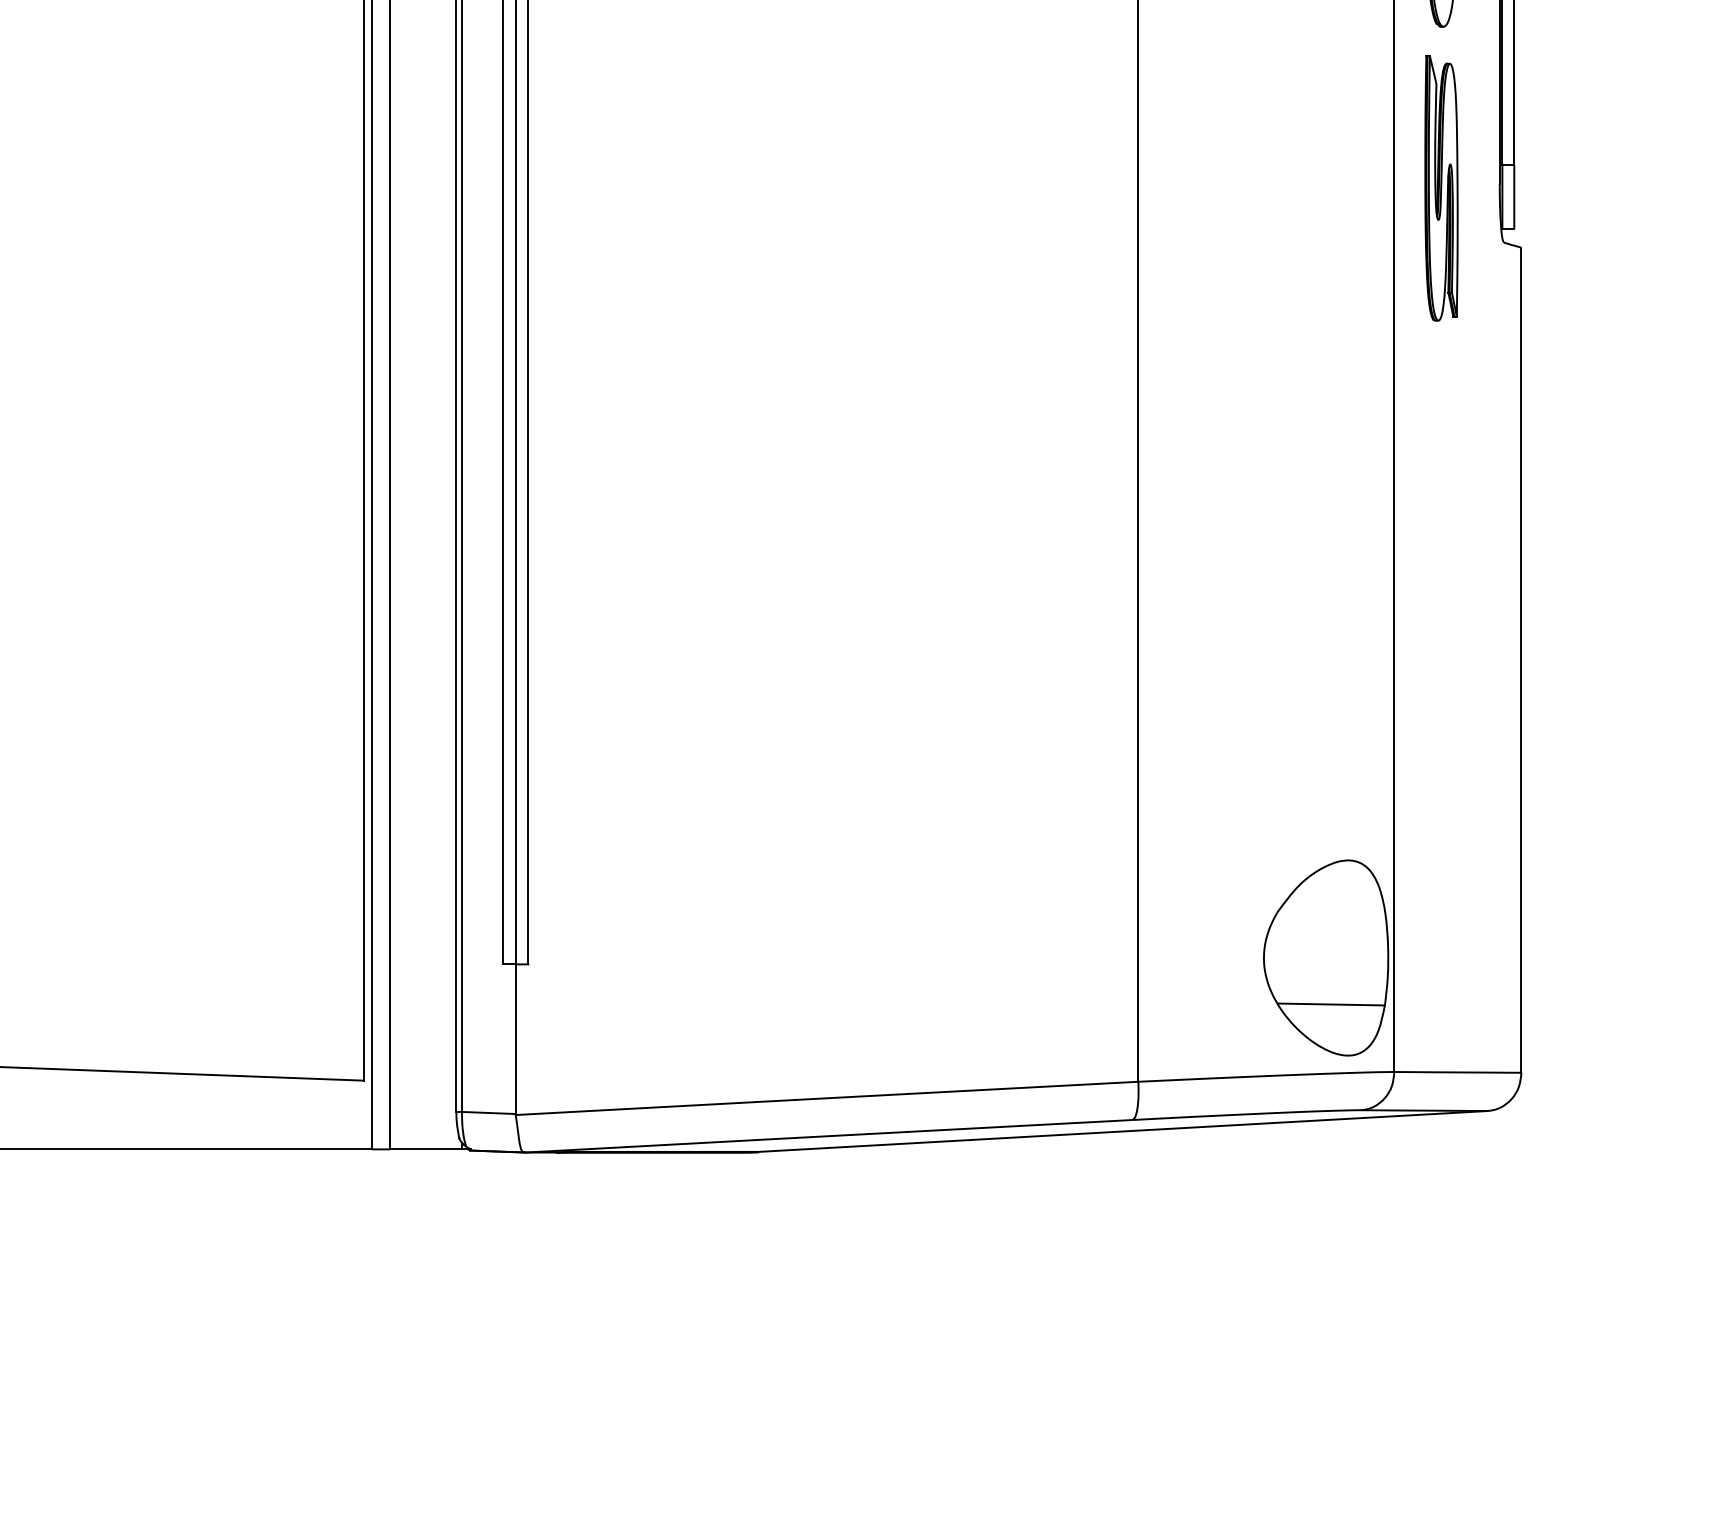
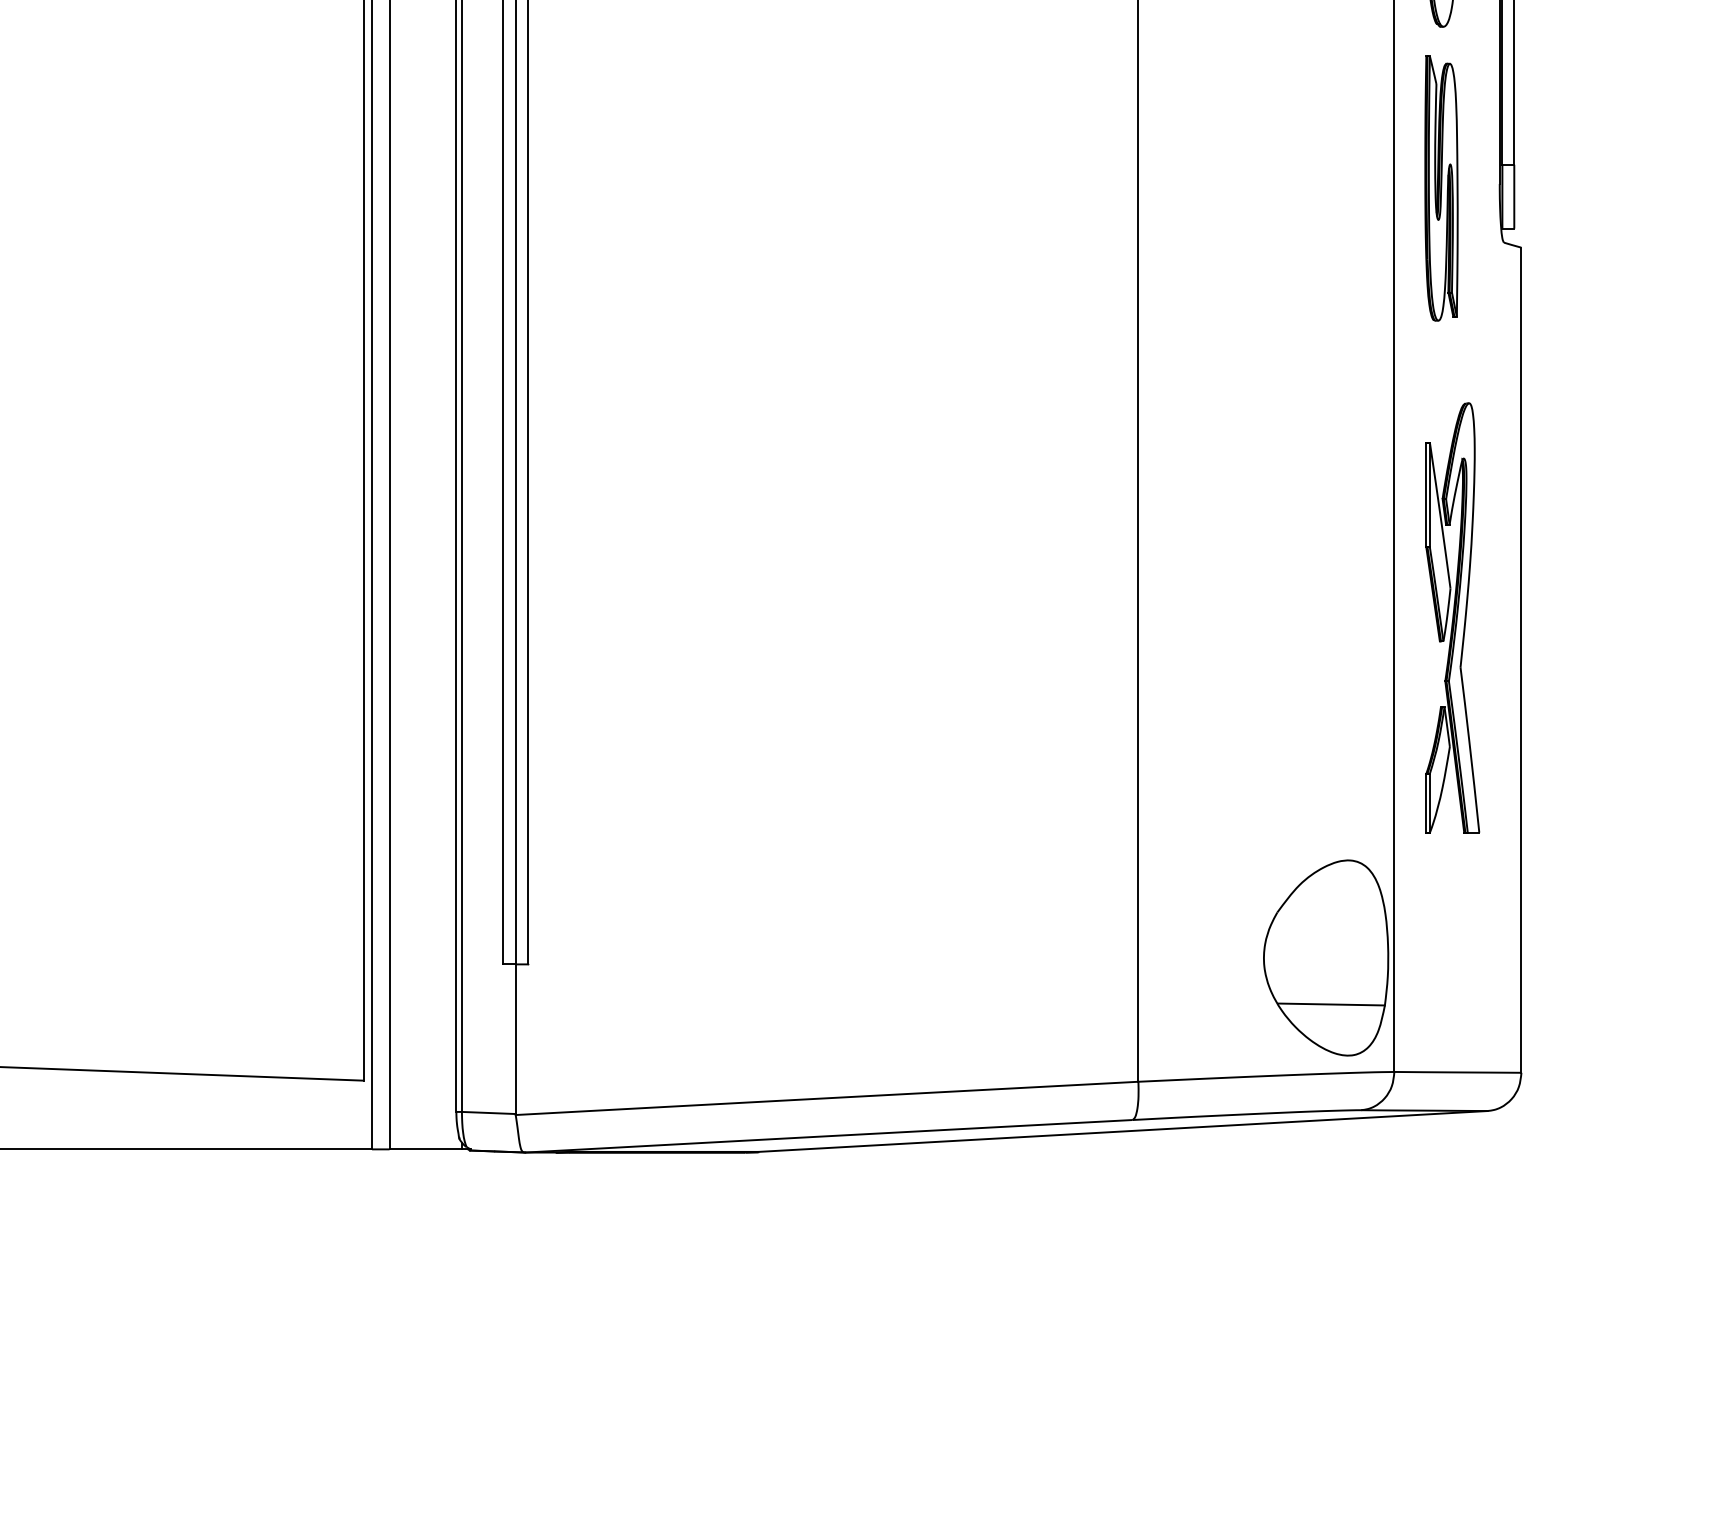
part at (1452, 617): none -> present
